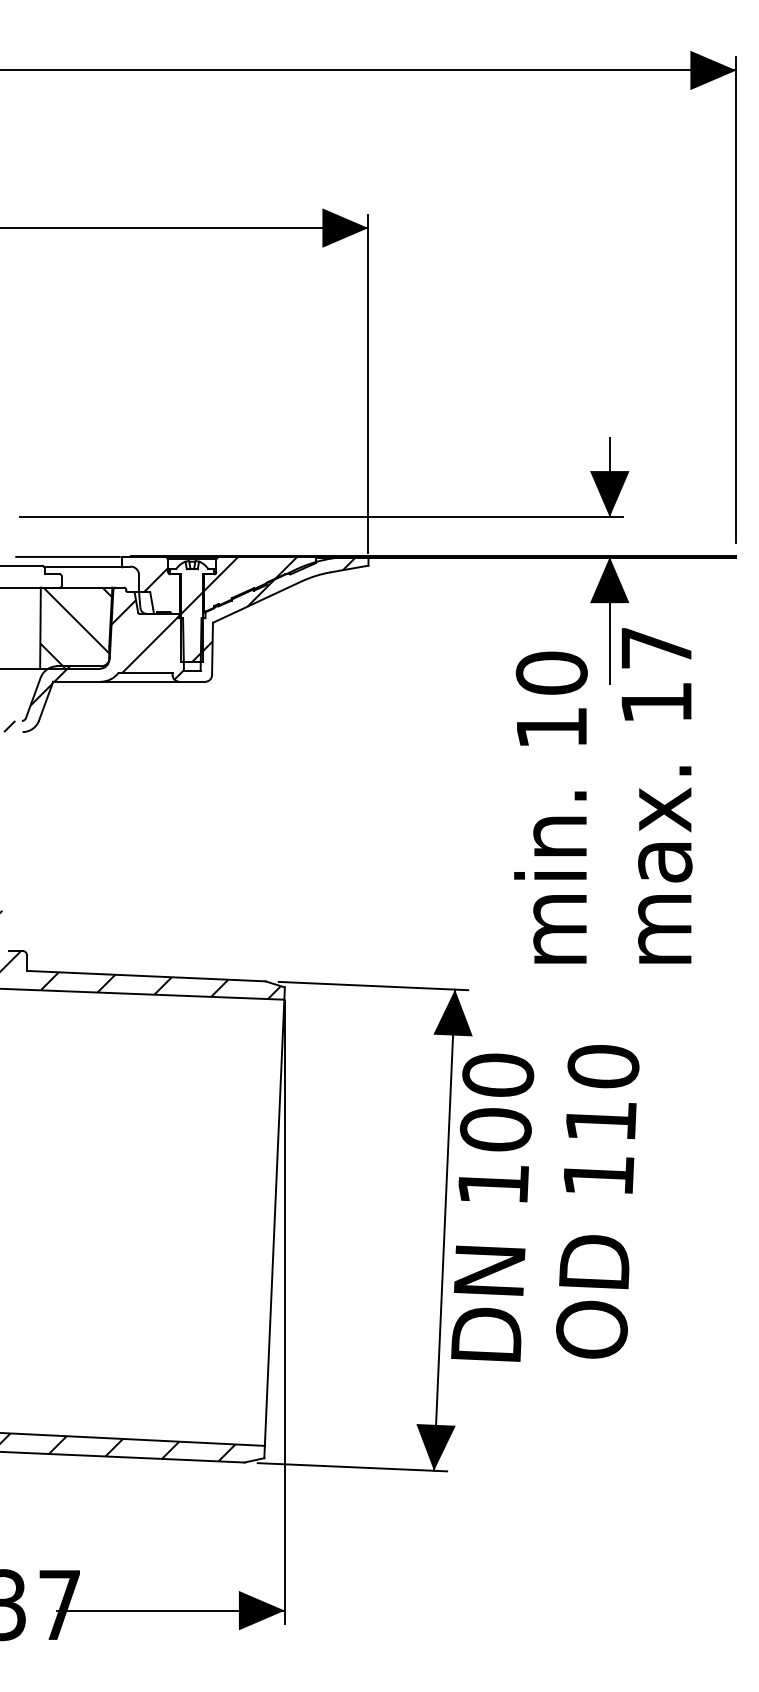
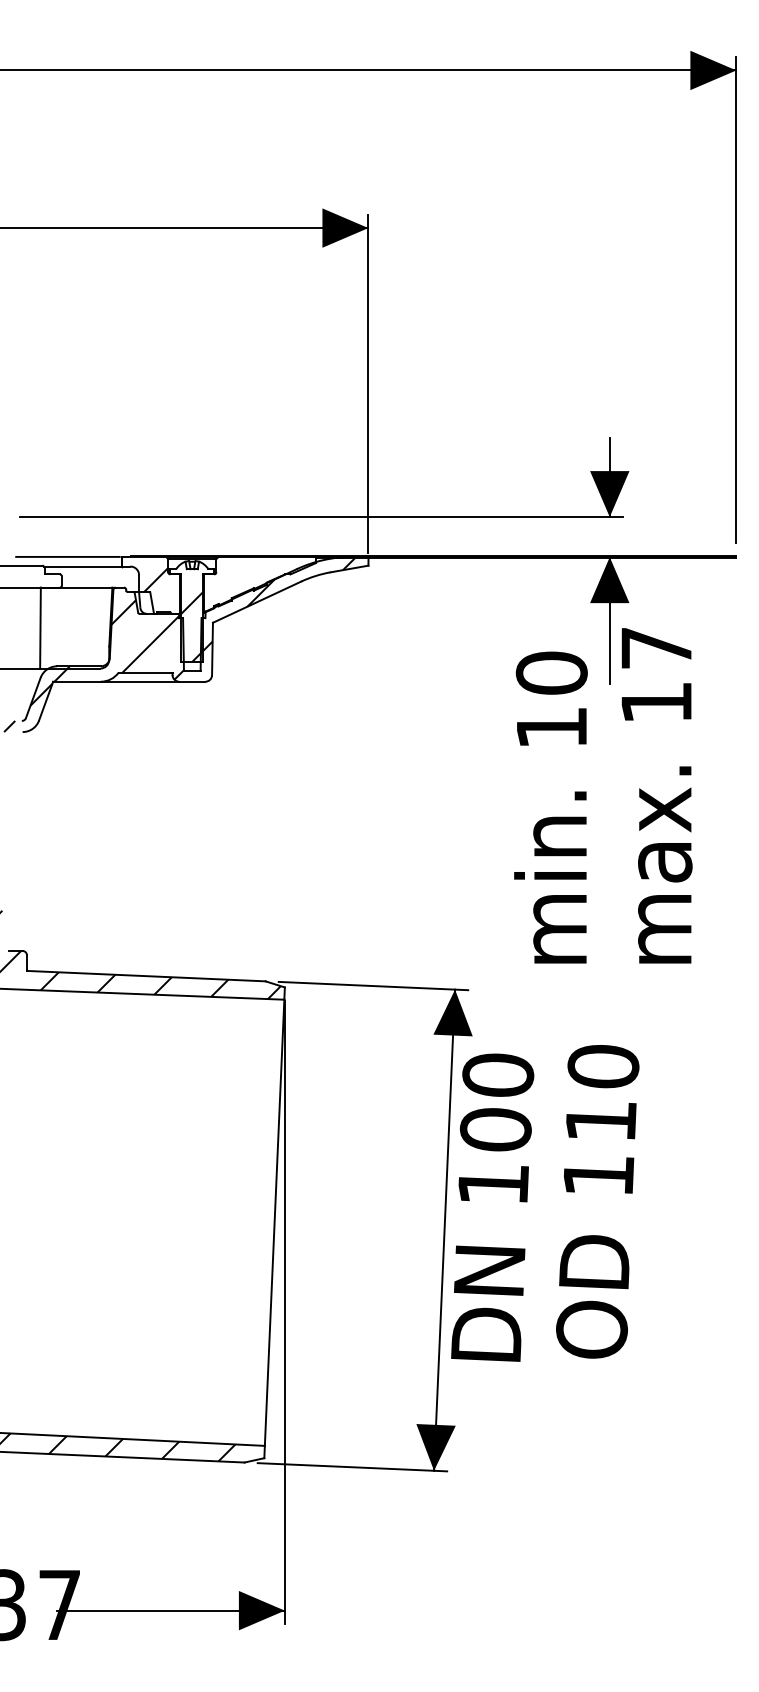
hatch at (250, 573): present -> none
hatch at (75, 627): present -> none
